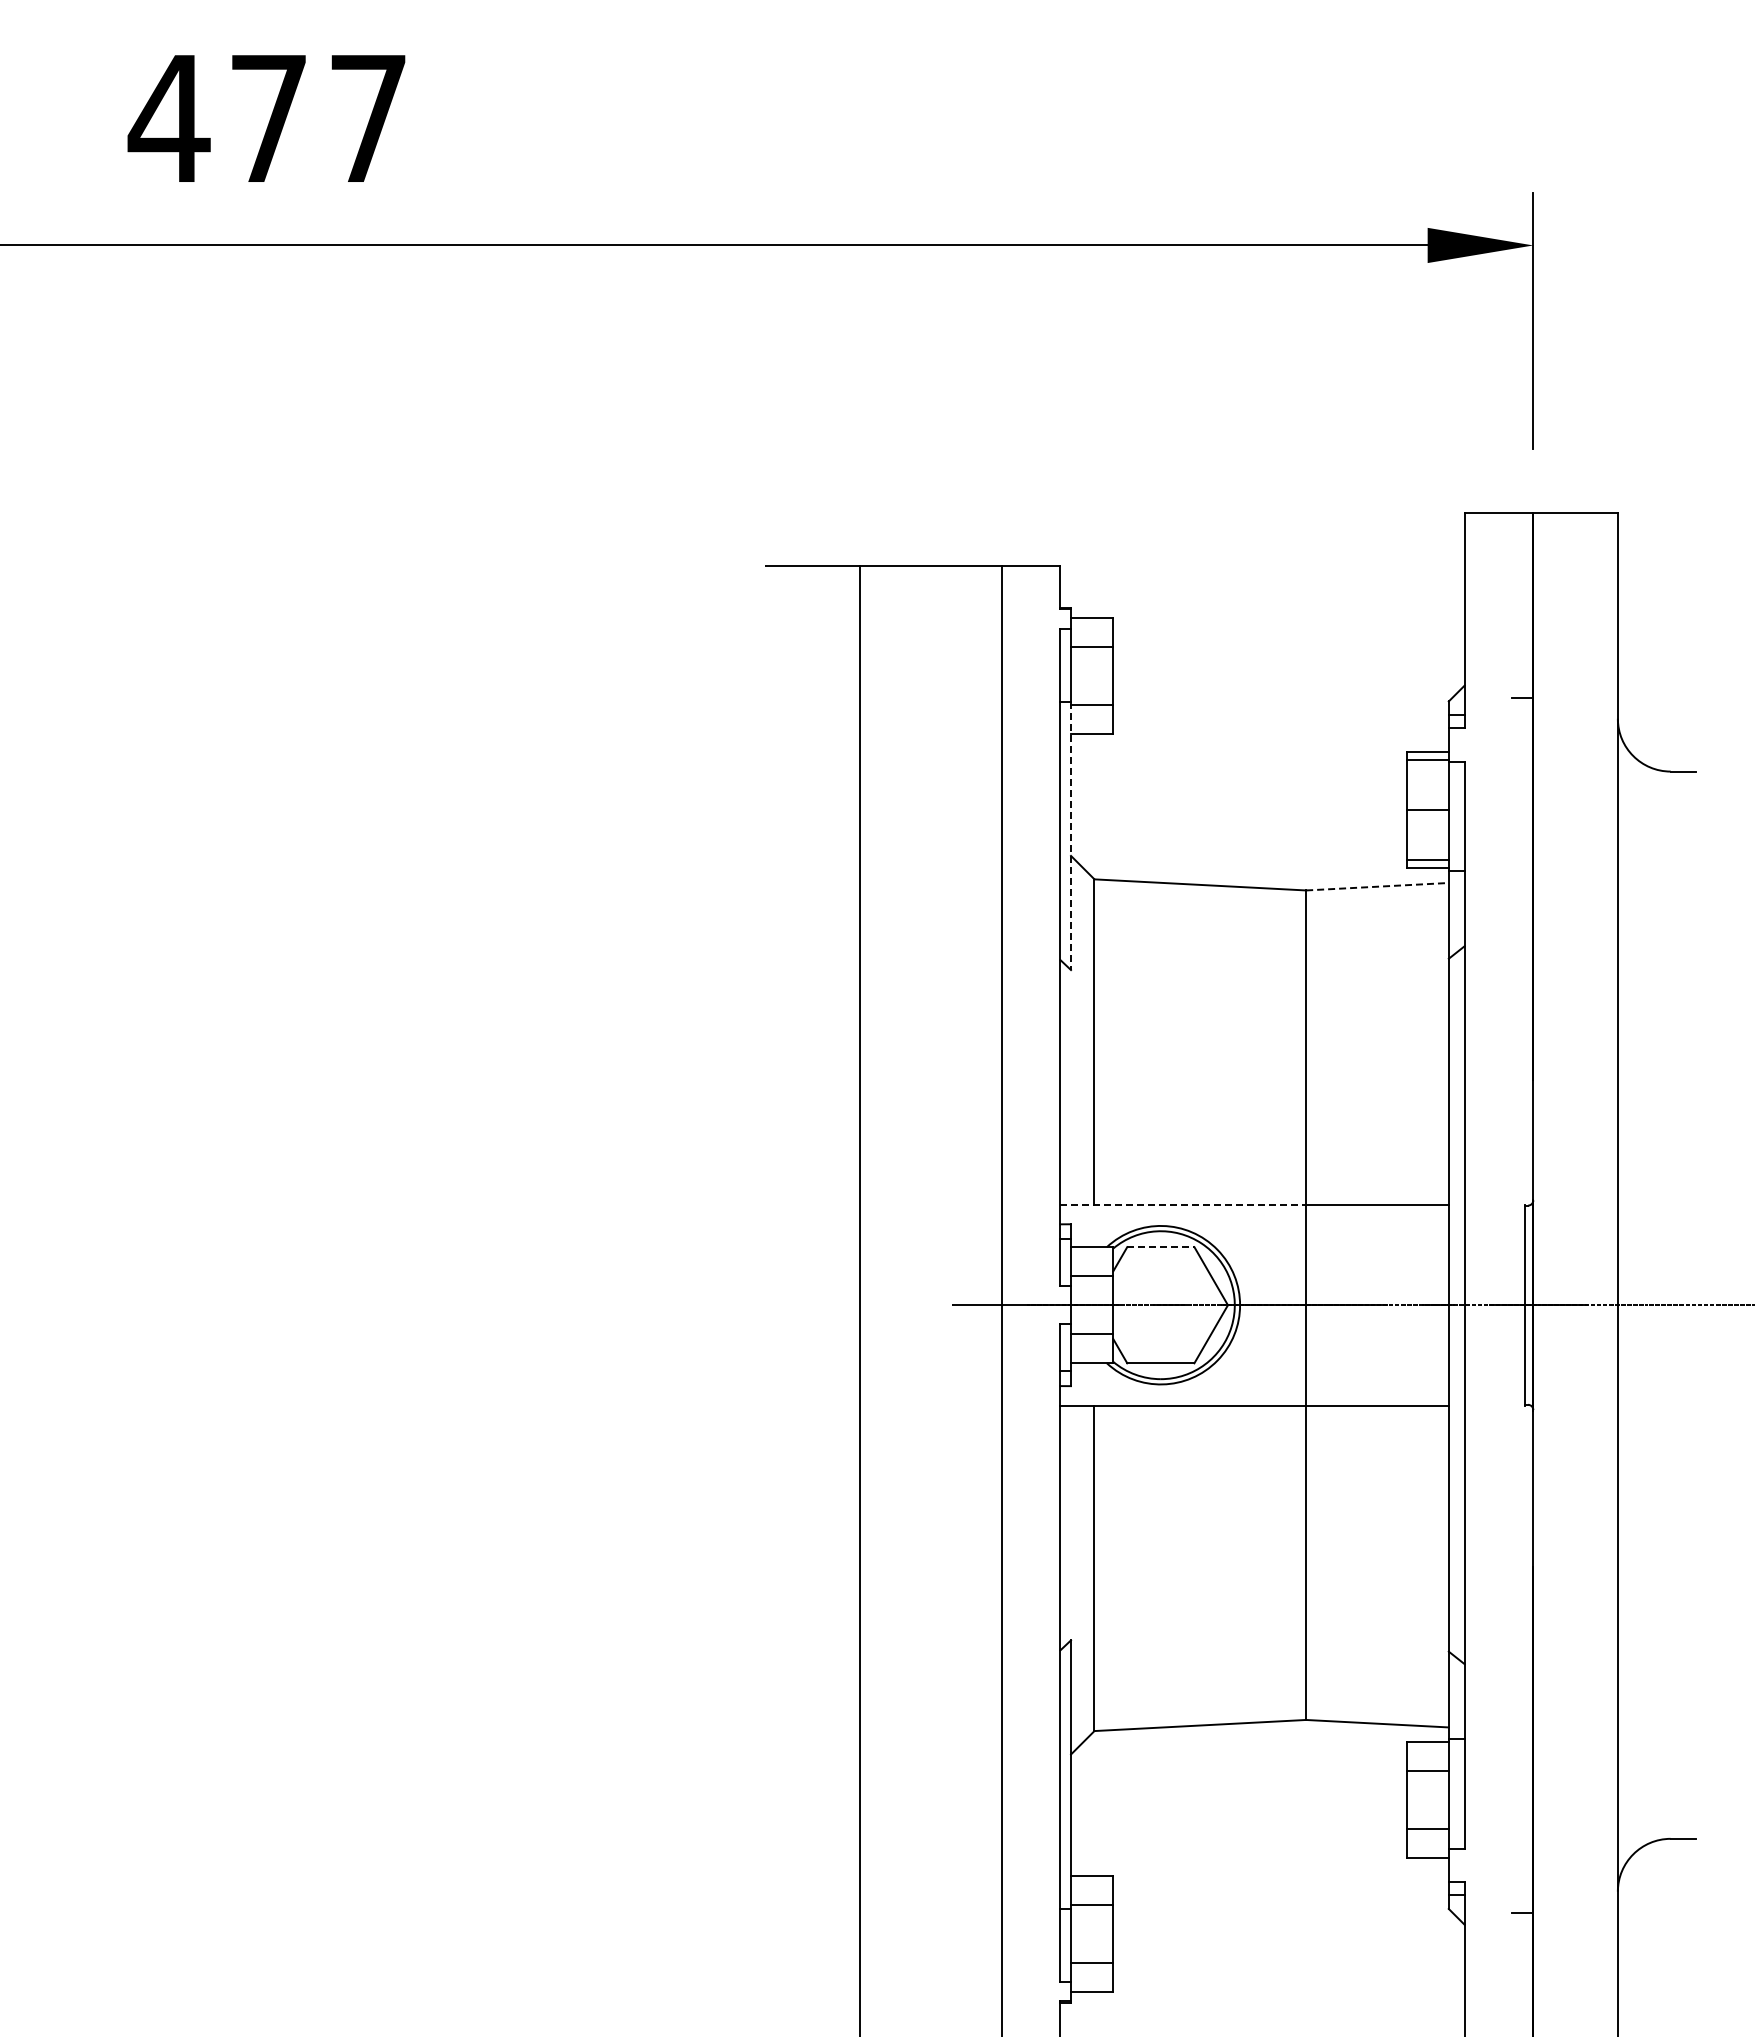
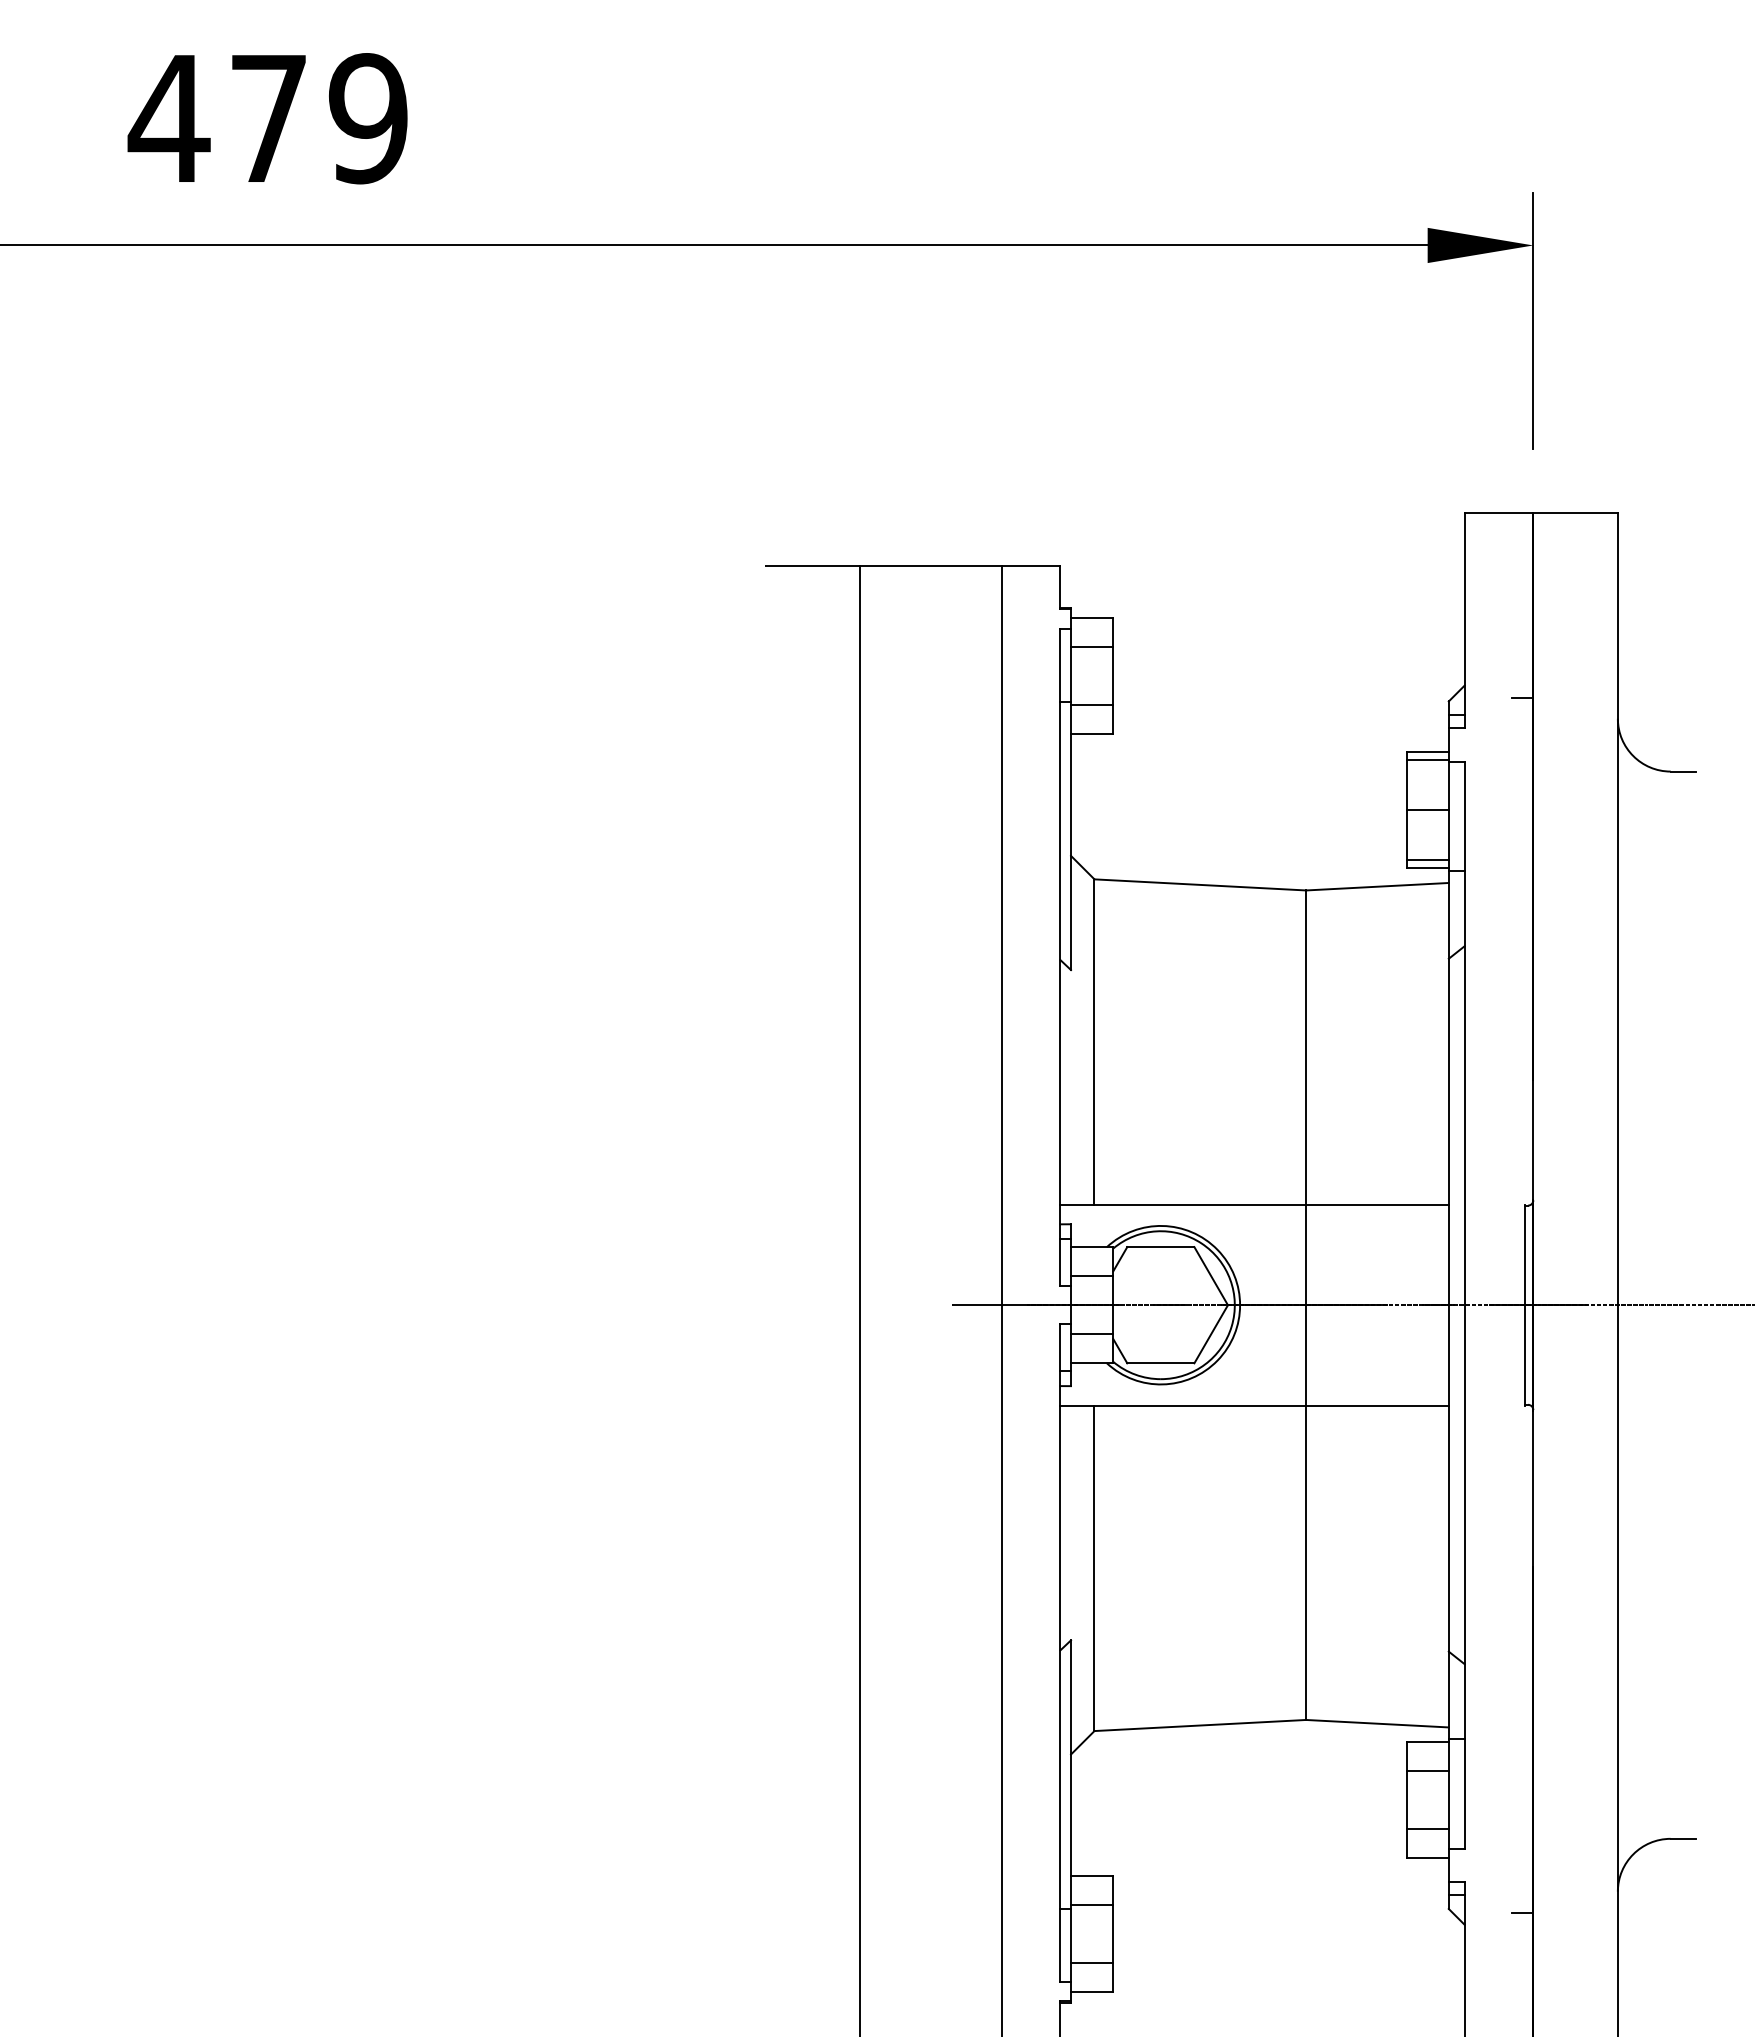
text at (368, 118): 477 -> 479
line at (1071, 836): dashed -> solid
line at (1377, 886): dashed -> solid
line at (1183, 1204): dashed -> solid
line at (1160, 1247): dashed -> solid
